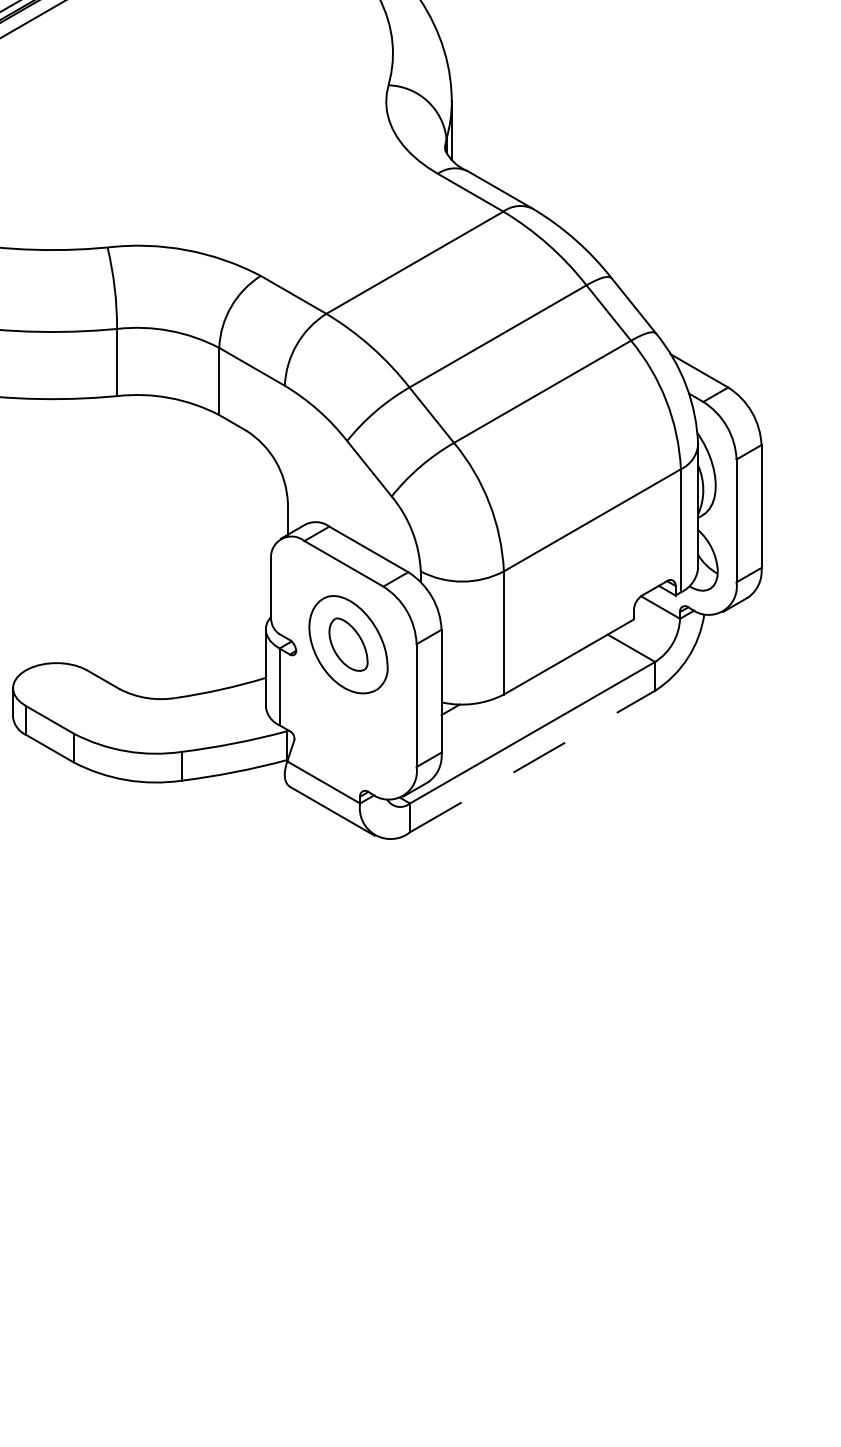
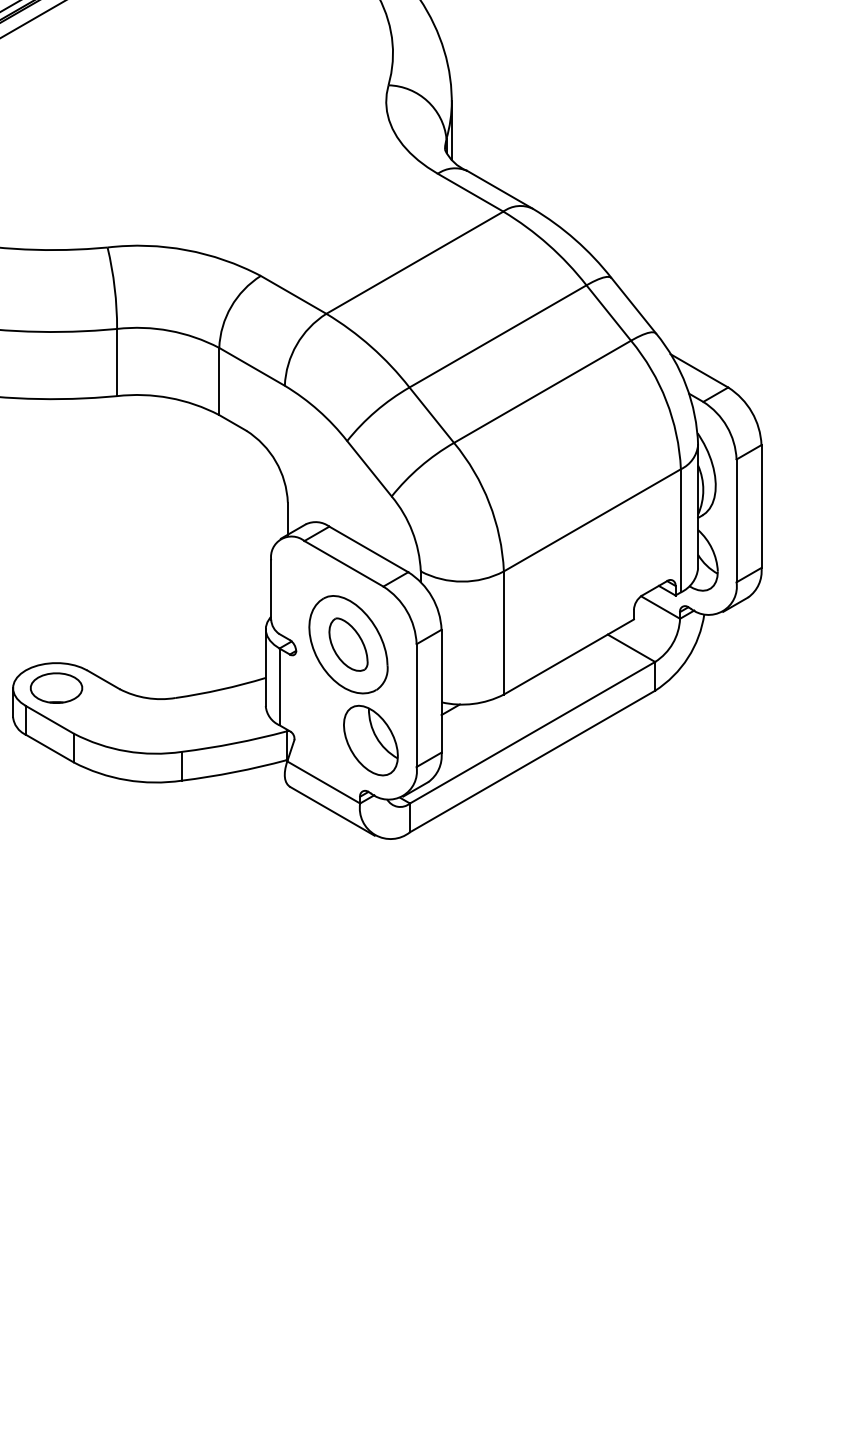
part at (56, 687): none -> present
part at (370, 740): none -> present
line at (532, 761): dashed -> solid
